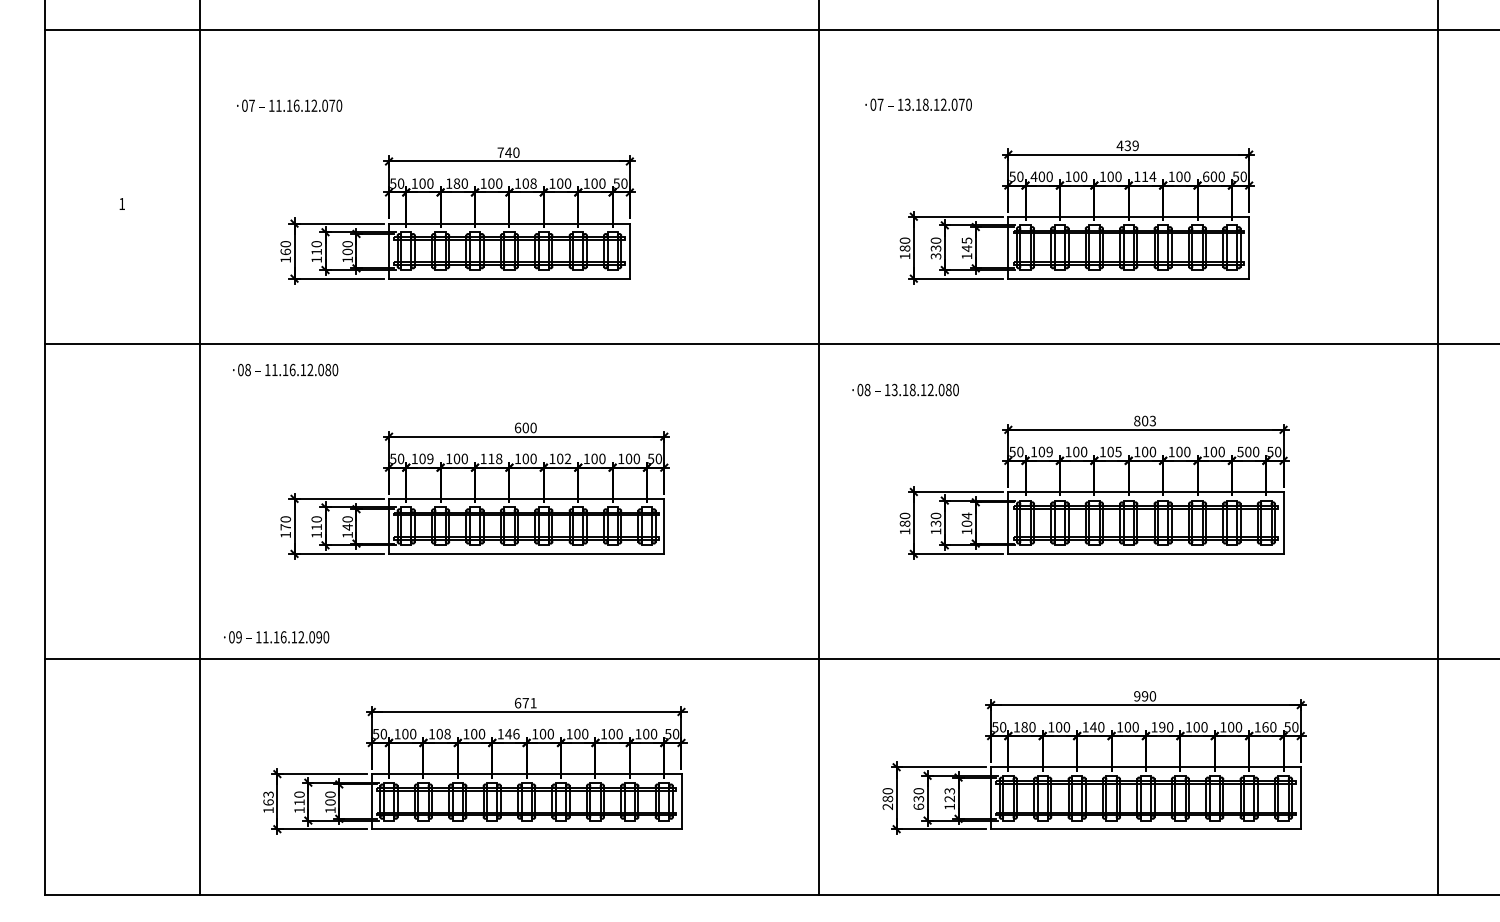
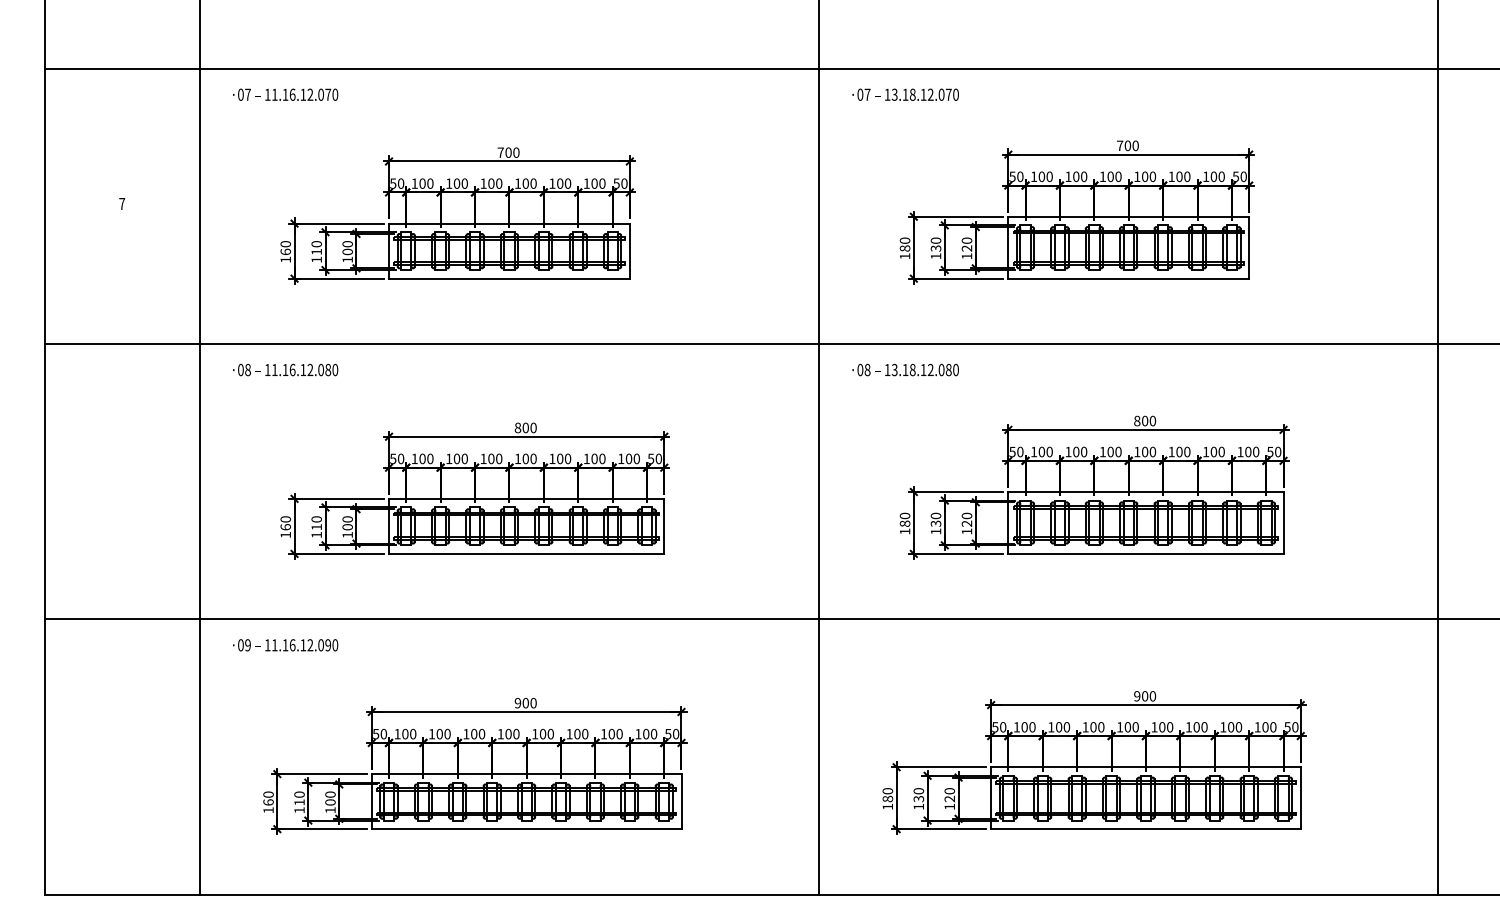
line at (770, 29) position: (770, 29) -> (770, 68)
text at (918, 104) position: (918, 104) -> (905, 94)
text at (289, 105) position: (289, 105) -> (285, 94)
text at (1127, 145): 439 -> 700
text at (508, 152): 740 -> 700
text at (1033, 176): 400 -> 100
text at (1149, 176): 114 -> 100
text at (1206, 176): 600 -> 100
text at (456, 183): 180 -> 100
text at (533, 183): 108 -> 100
text at (122, 203): 1 -> 7
text at (966, 244): 145 -> 120
text at (935, 256): 330 -> 130
text at (905, 389) position: (905, 389) -> (905, 369)
text at (1152, 421): 803 -> 800
text at (517, 427): 600 -> 800
text at (1118, 451): 105 -> 100
text at (1240, 451): 500 -> 100
text at (1049, 452): 109 -> 100
text at (430, 458): 109 -> 100
text at (495, 458): 118 -> 100
text at (567, 458): 102 -> 100
text at (966, 519): 104 -> 120
text at (347, 526): 140 -> 100
text at (285, 527): 170 -> 160
text at (276, 637) position: (276, 637) -> (285, 645)
line at (770, 659) position: (770, 659) -> (770, 619)
text at (1144, 696): 990 -> 900
text at (525, 702): 671 -> 900
text at (1024, 727): 180 -> 100
text at (1093, 727): 140 -> 100
text at (1162, 727): 190 -> 100
text at (1265, 727): 160 -> 100
text at (512, 733): 146 -> 100
text at (447, 734): 108 -> 100
text at (949, 791): 123 -> 120
text at (268, 794): 163 -> 160
text at (887, 806): 280 -> 180
text at (918, 806): 630 -> 130
